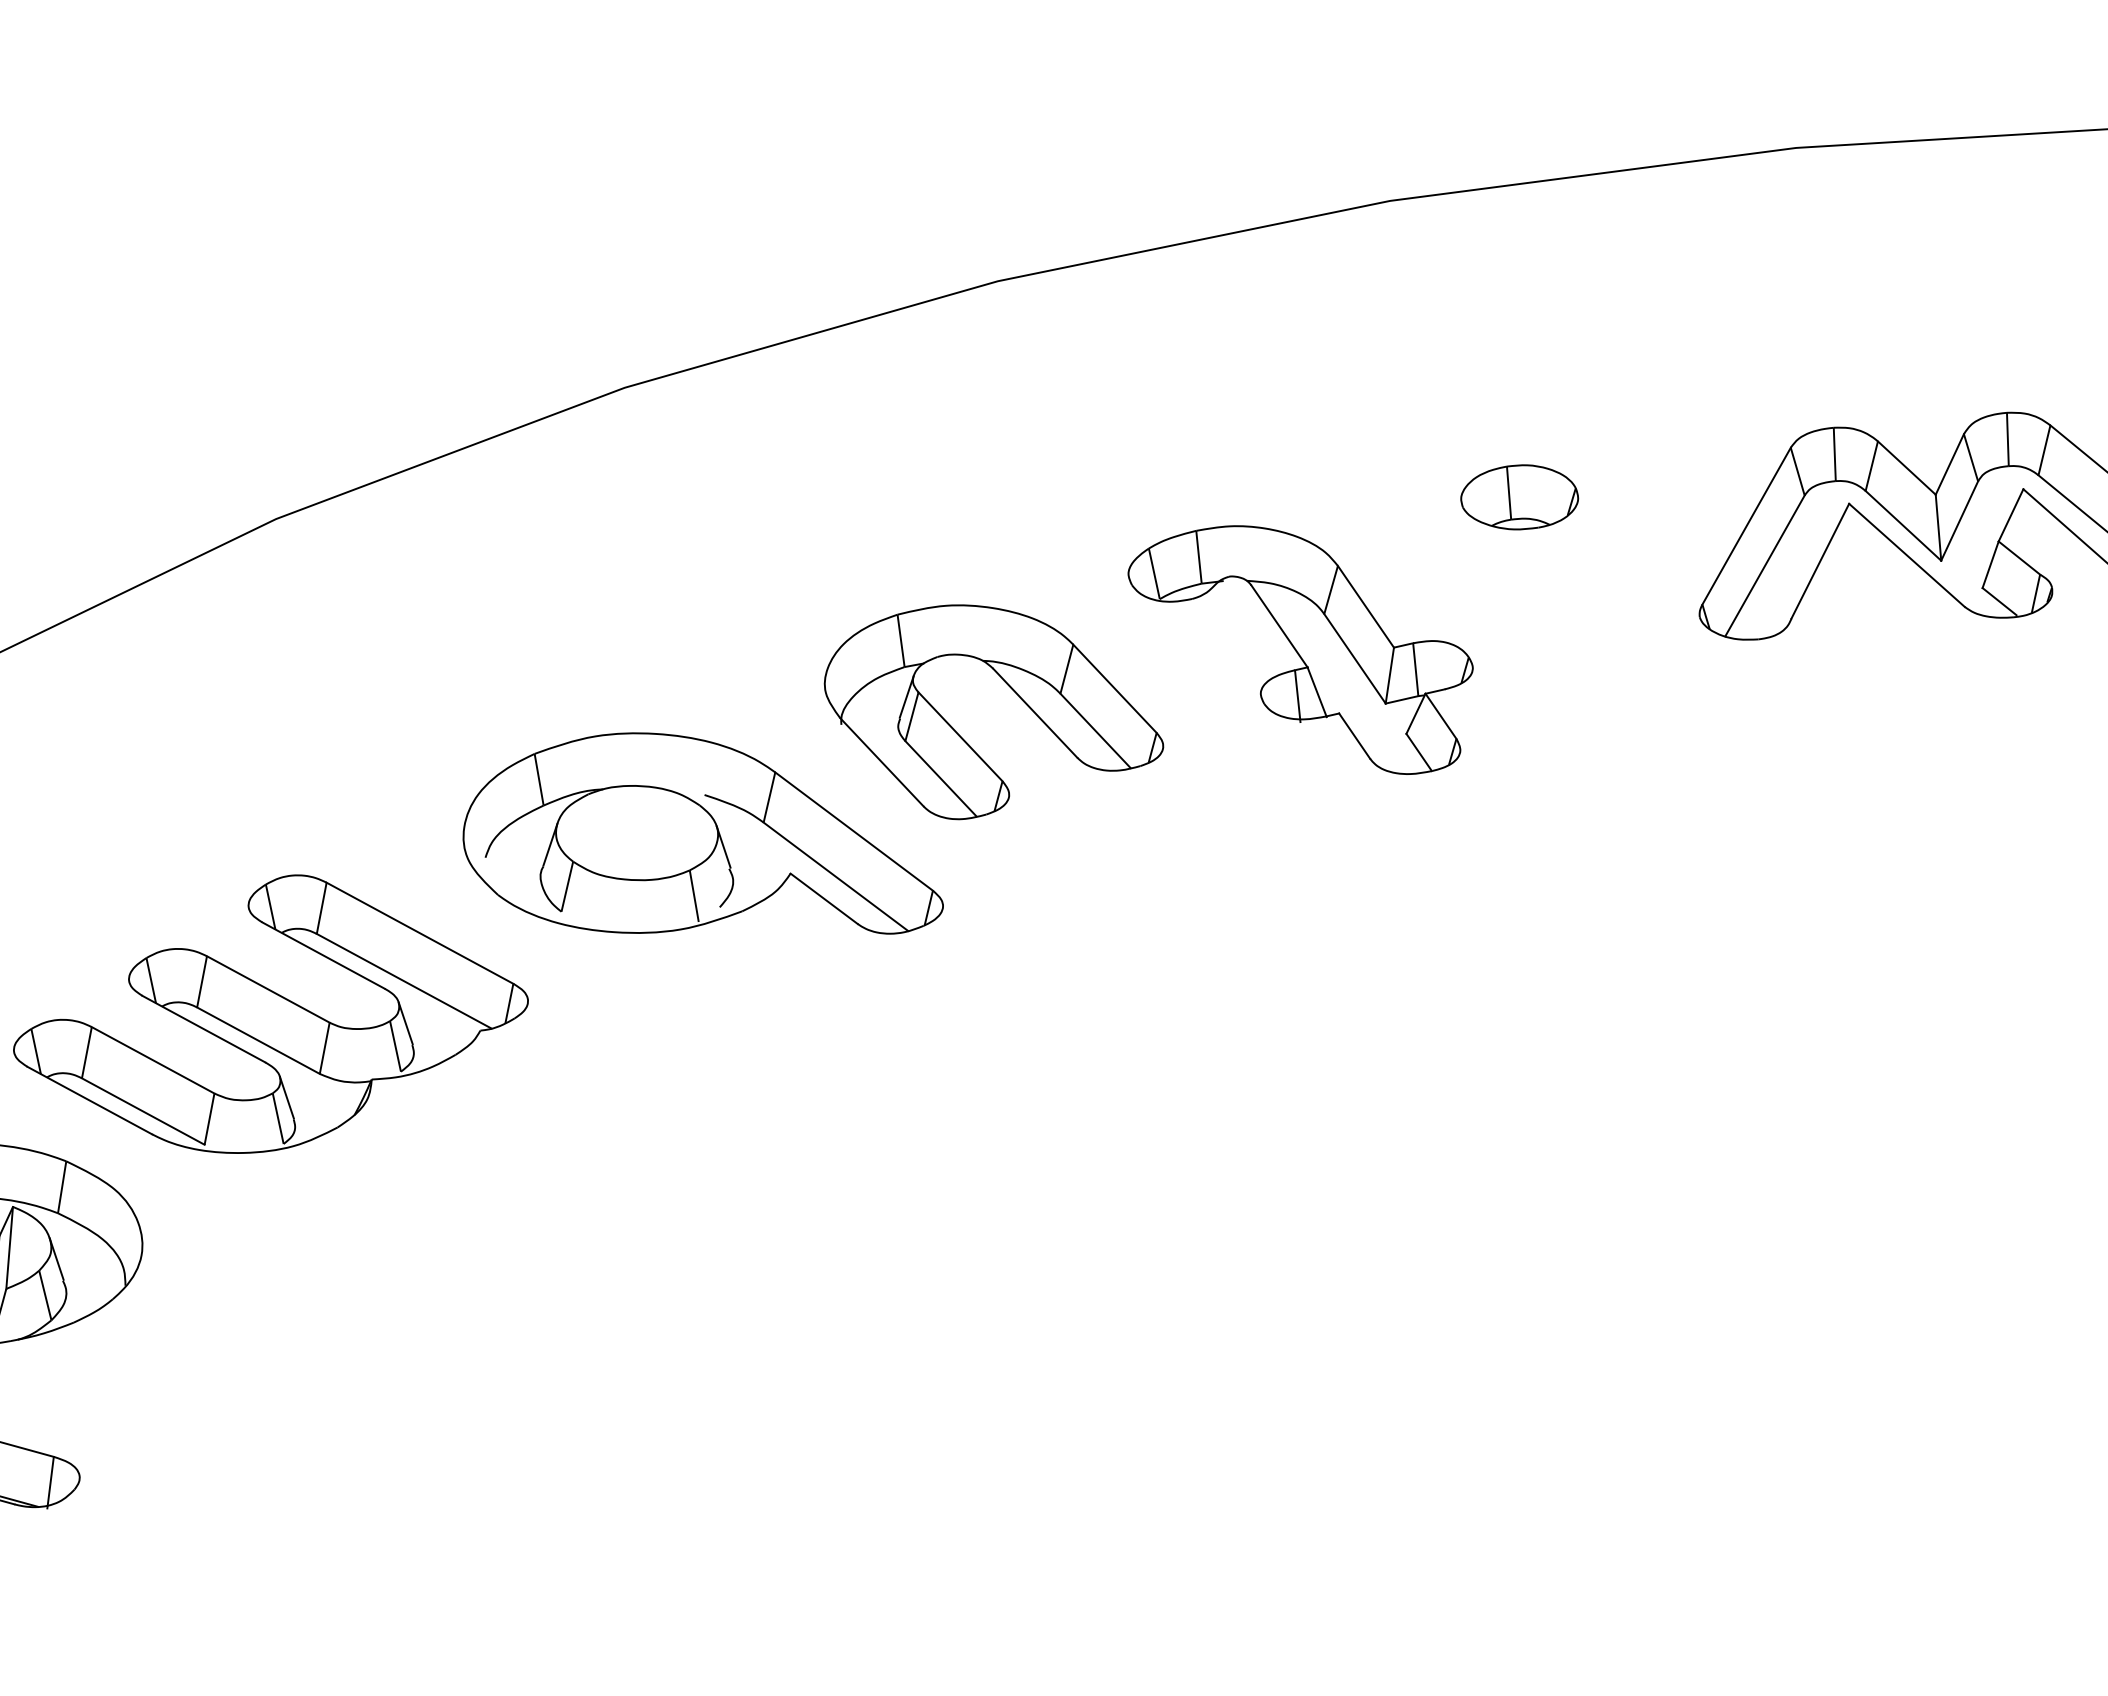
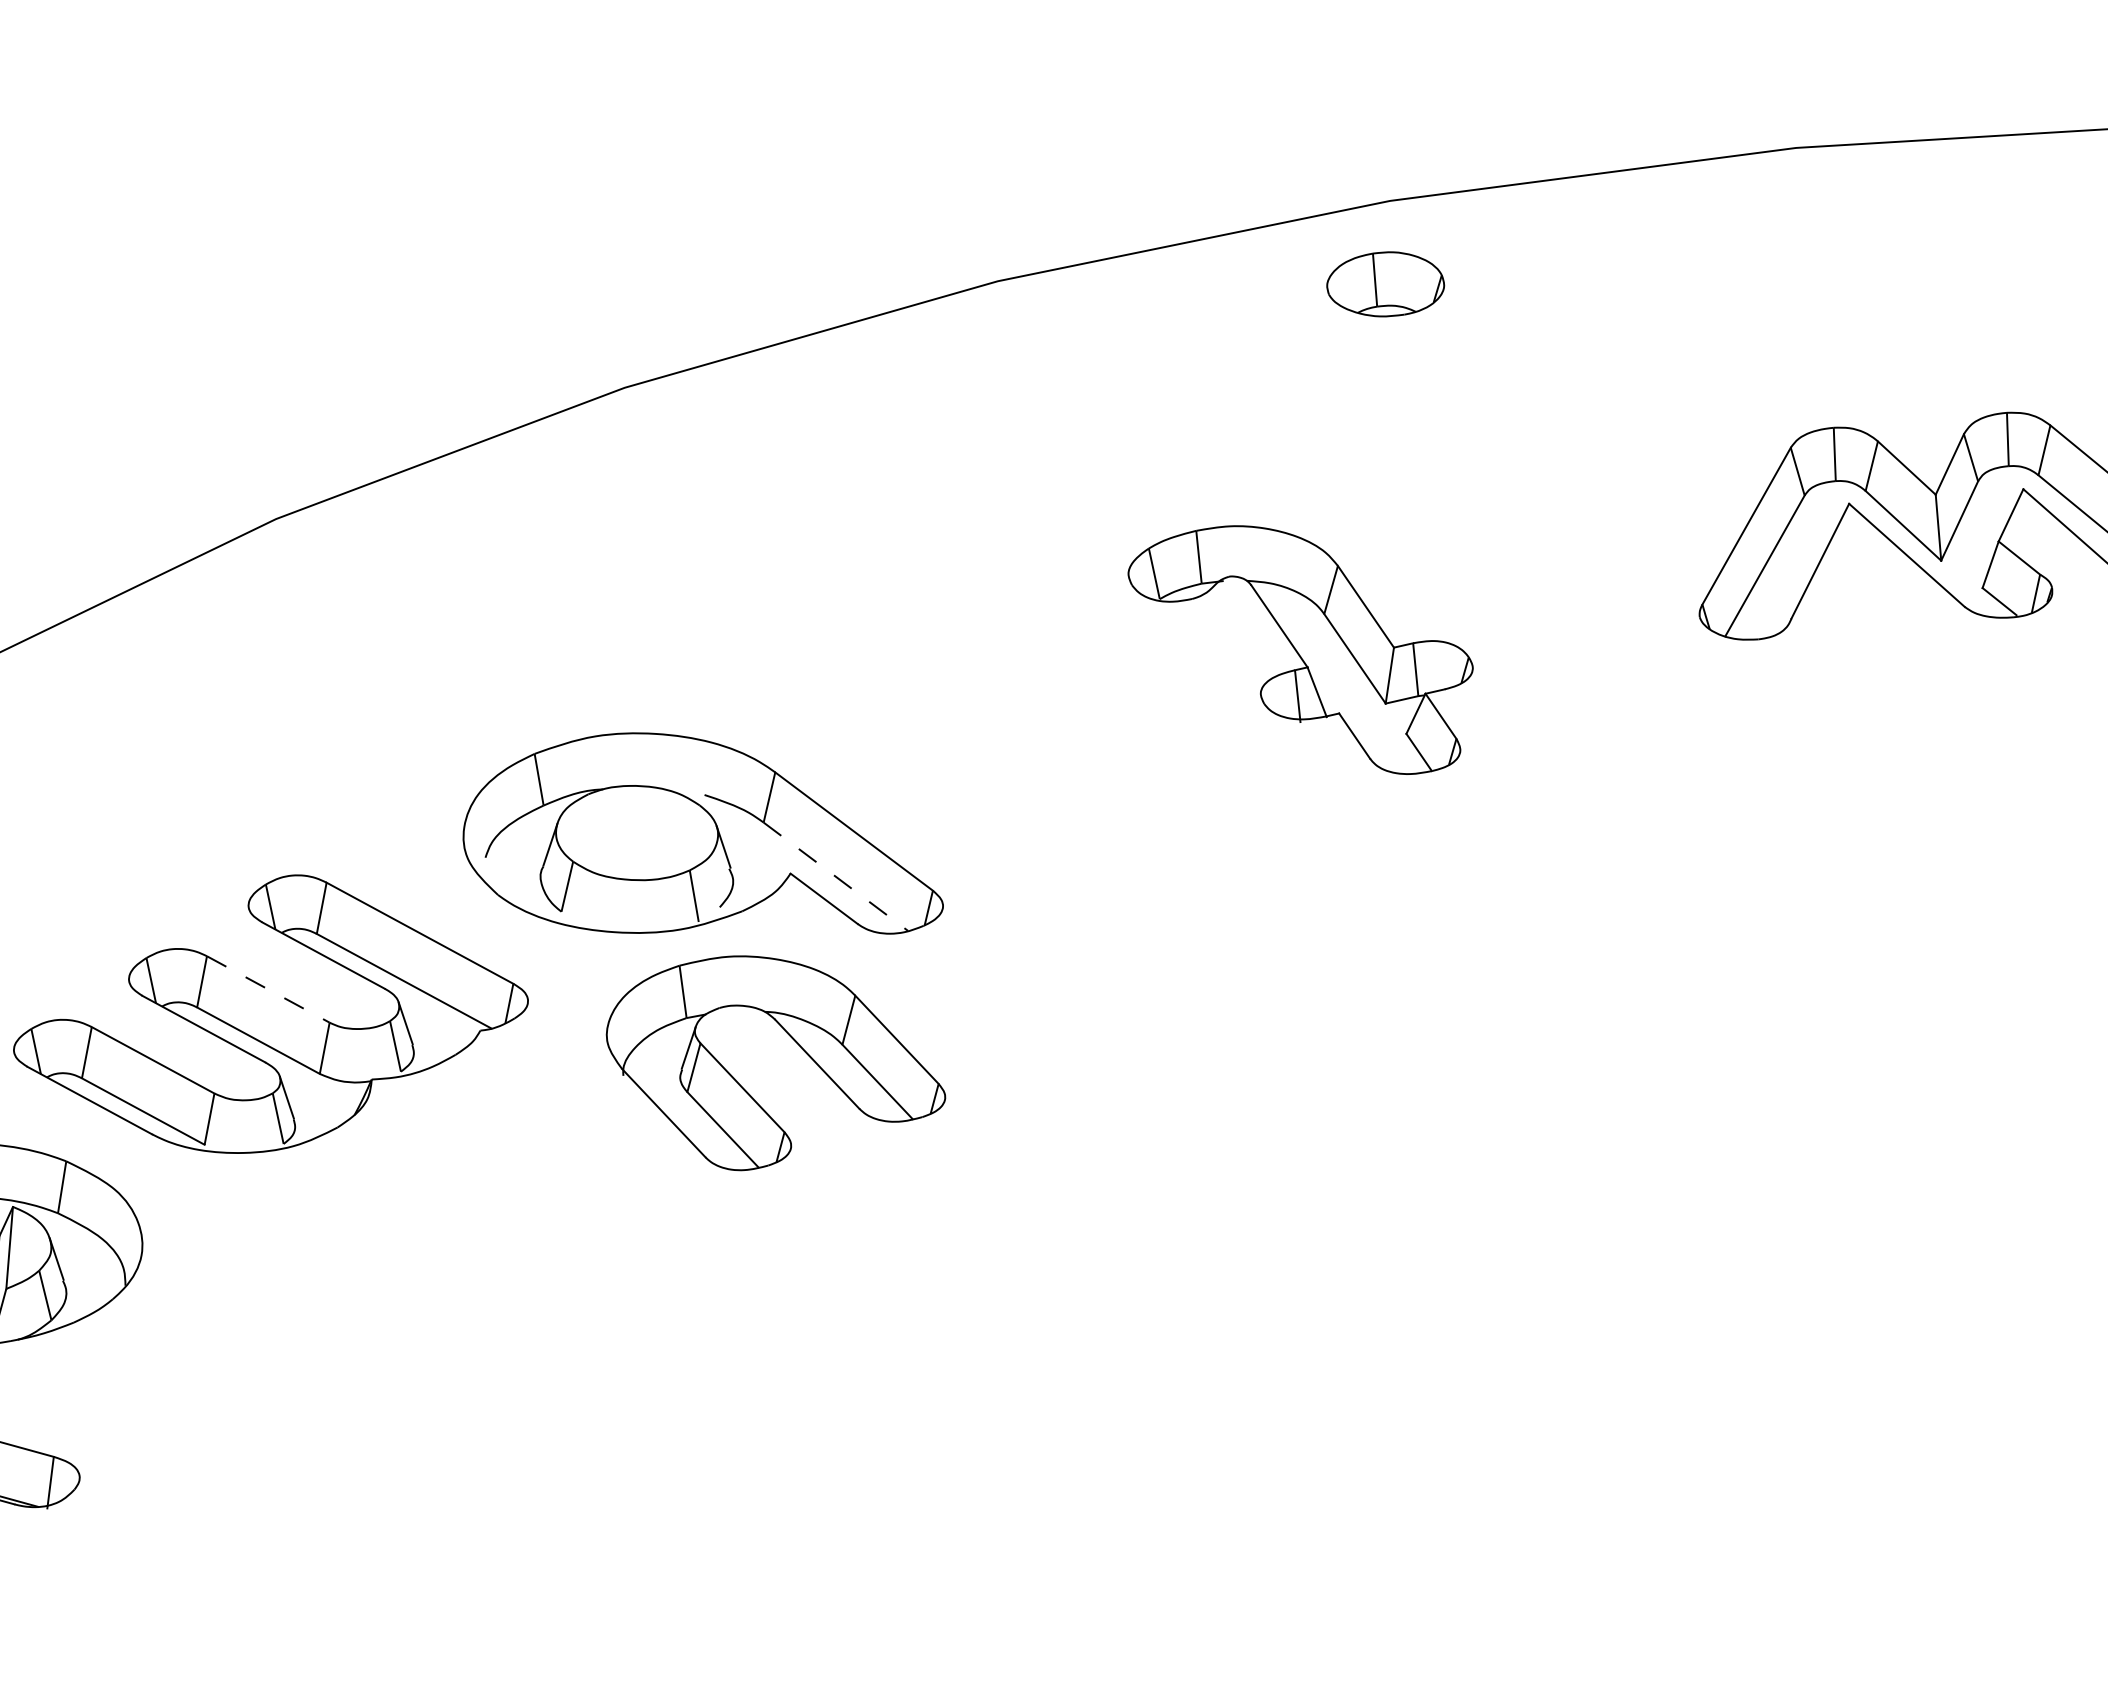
part at (1519, 497) position: (1519, 497) -> (1385, 284)
part at (1013, 691) position: (1013, 691) -> (795, 1042)
line at (836, 877): solid -> dashed
line at (268, 989): solid -> dashed
